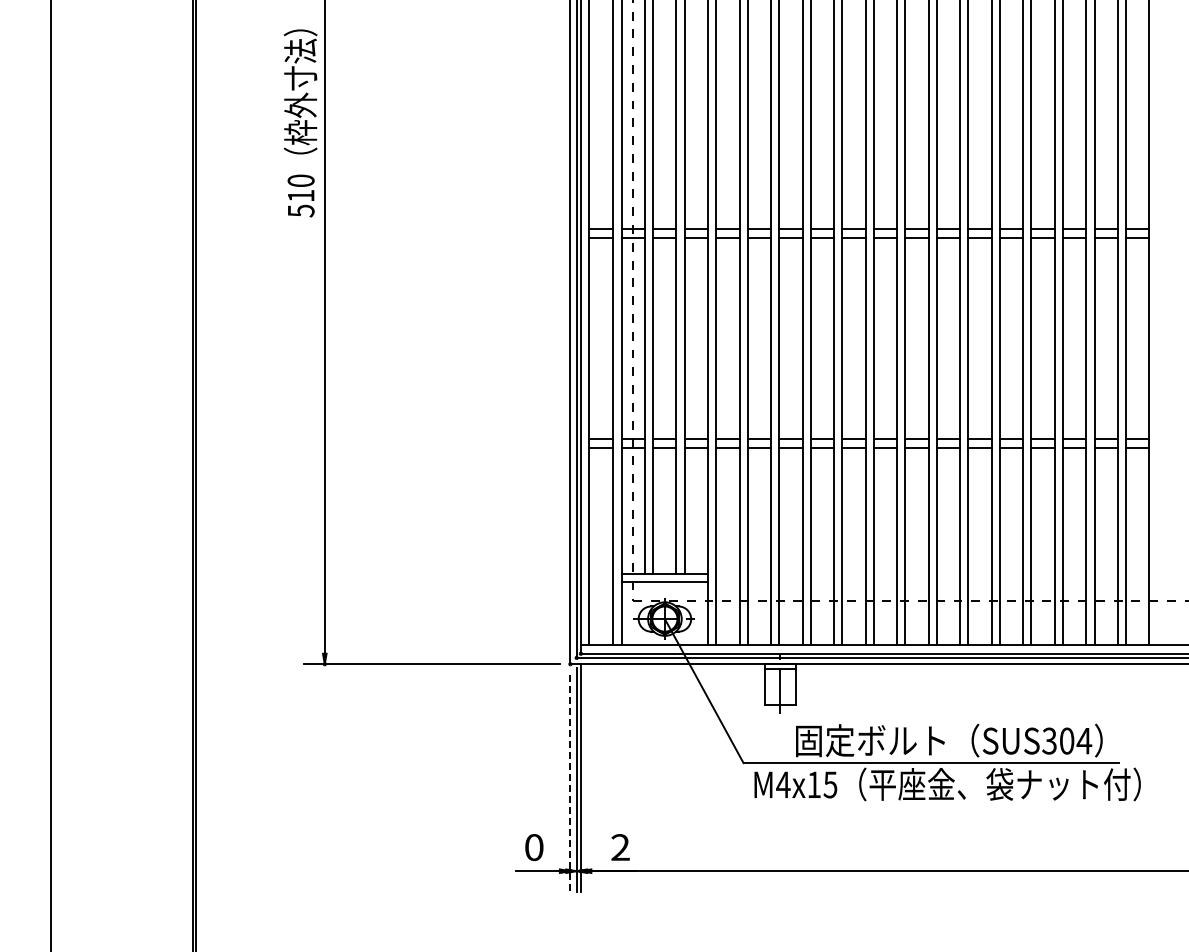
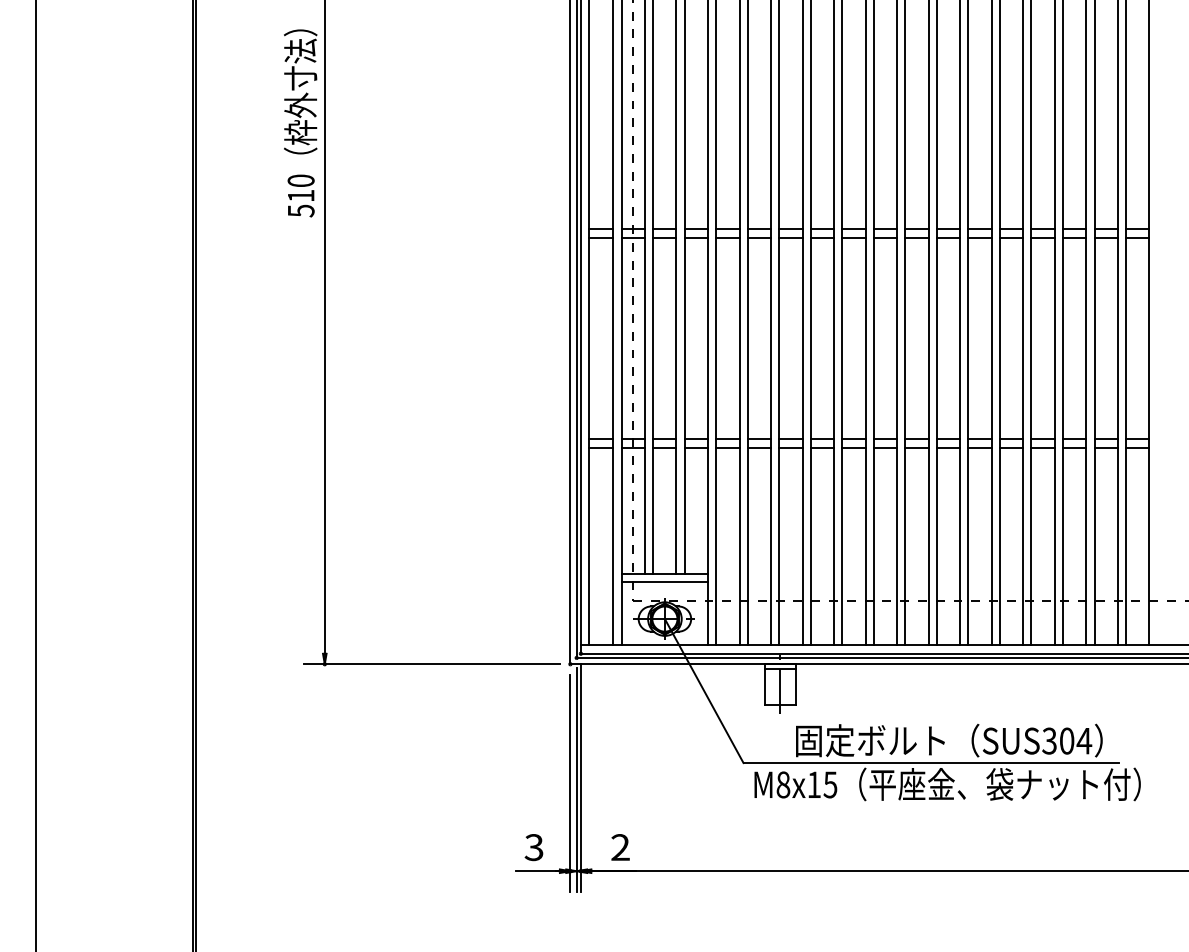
line at (50, 475) position: (50, 475) -> (35, 475)
line at (570, 783): dashed -> solid
text at (783, 784): M4x15 -> M8x15
text at (533, 847): 0 -> 3
